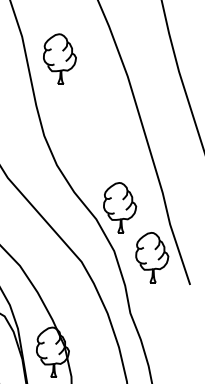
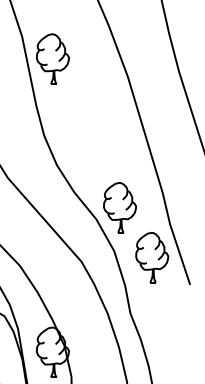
part at (59, 58) position: (59, 58) -> (52, 58)
